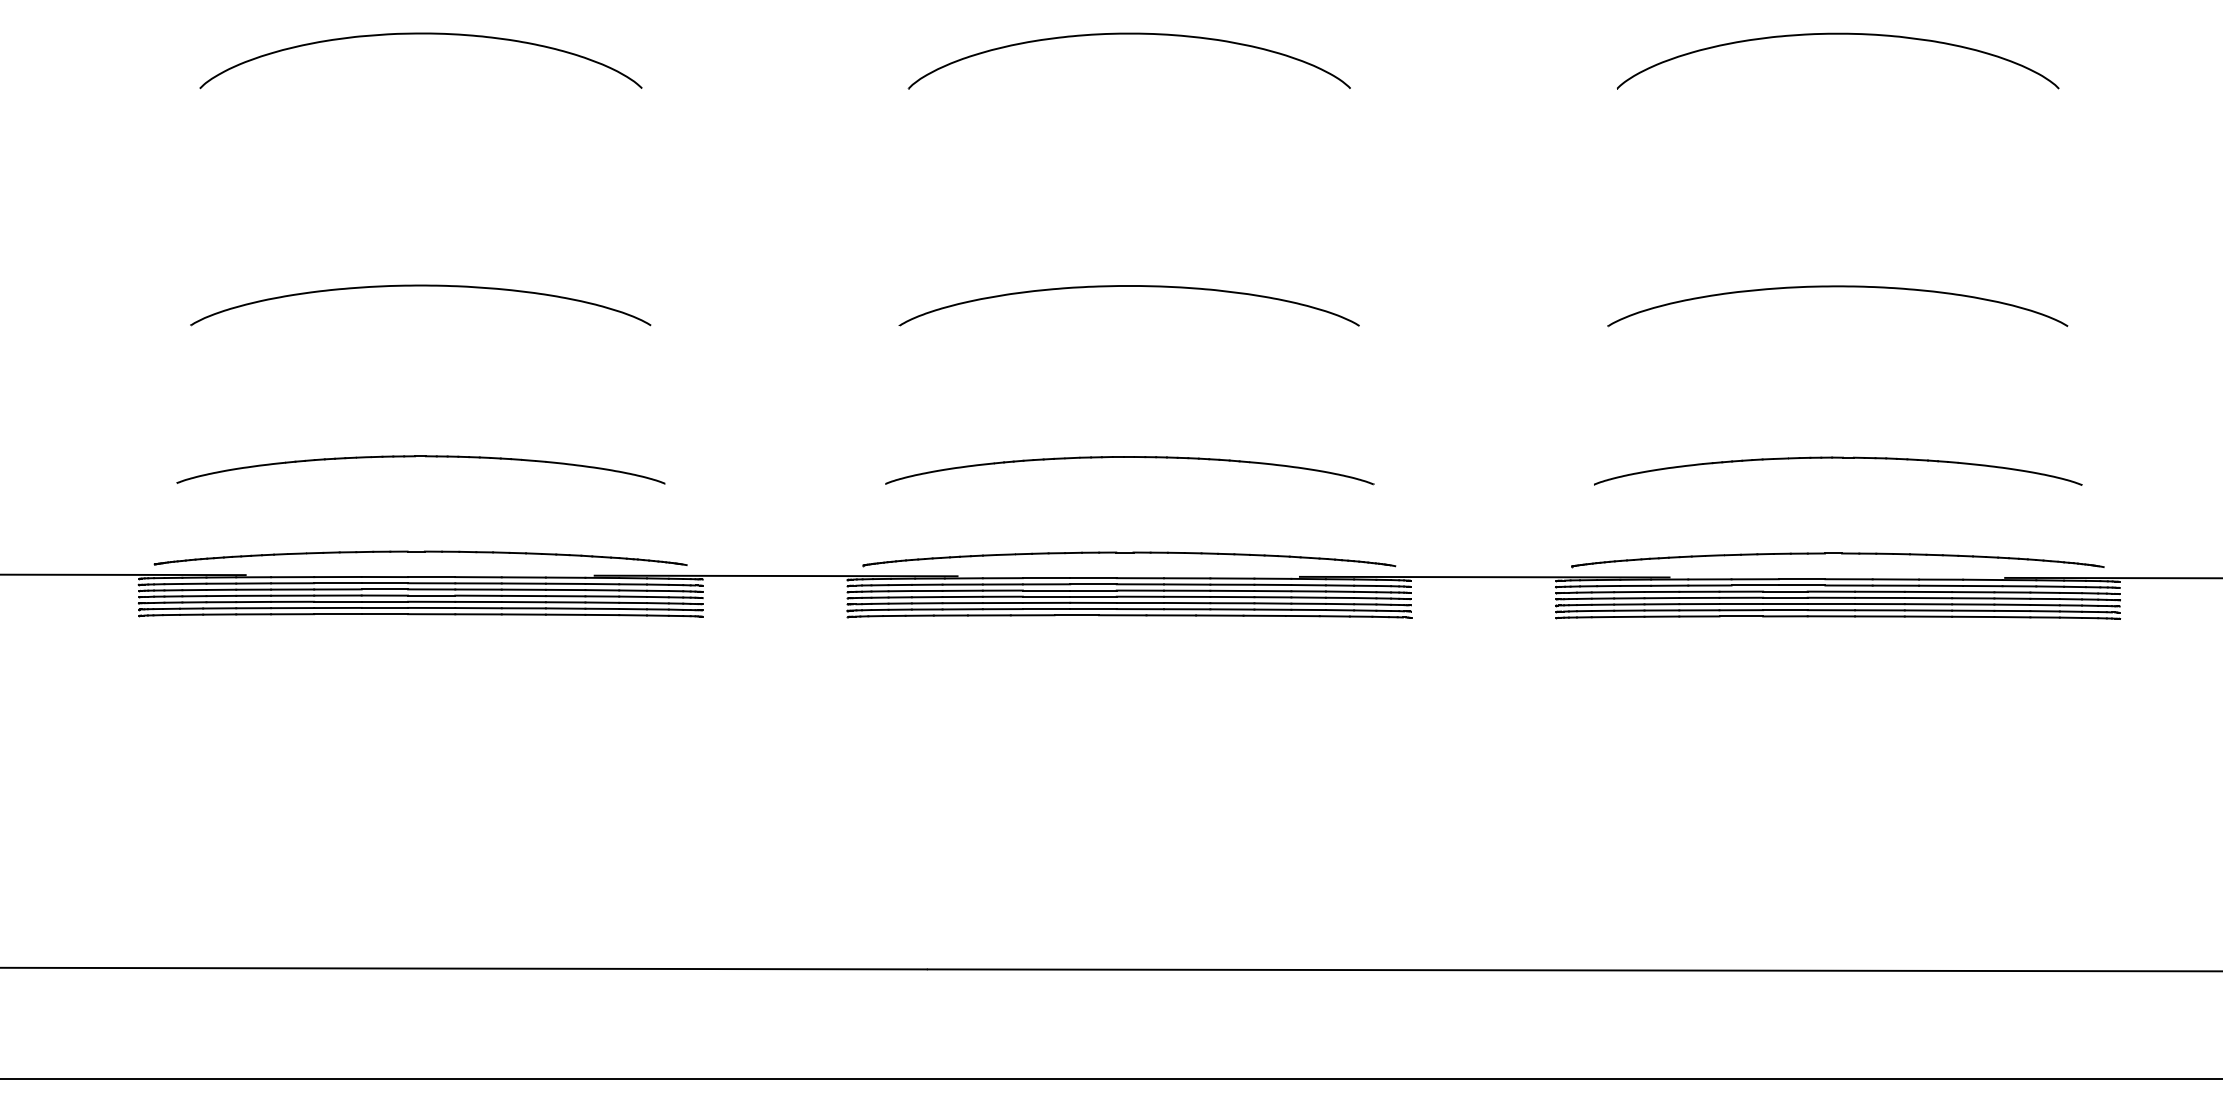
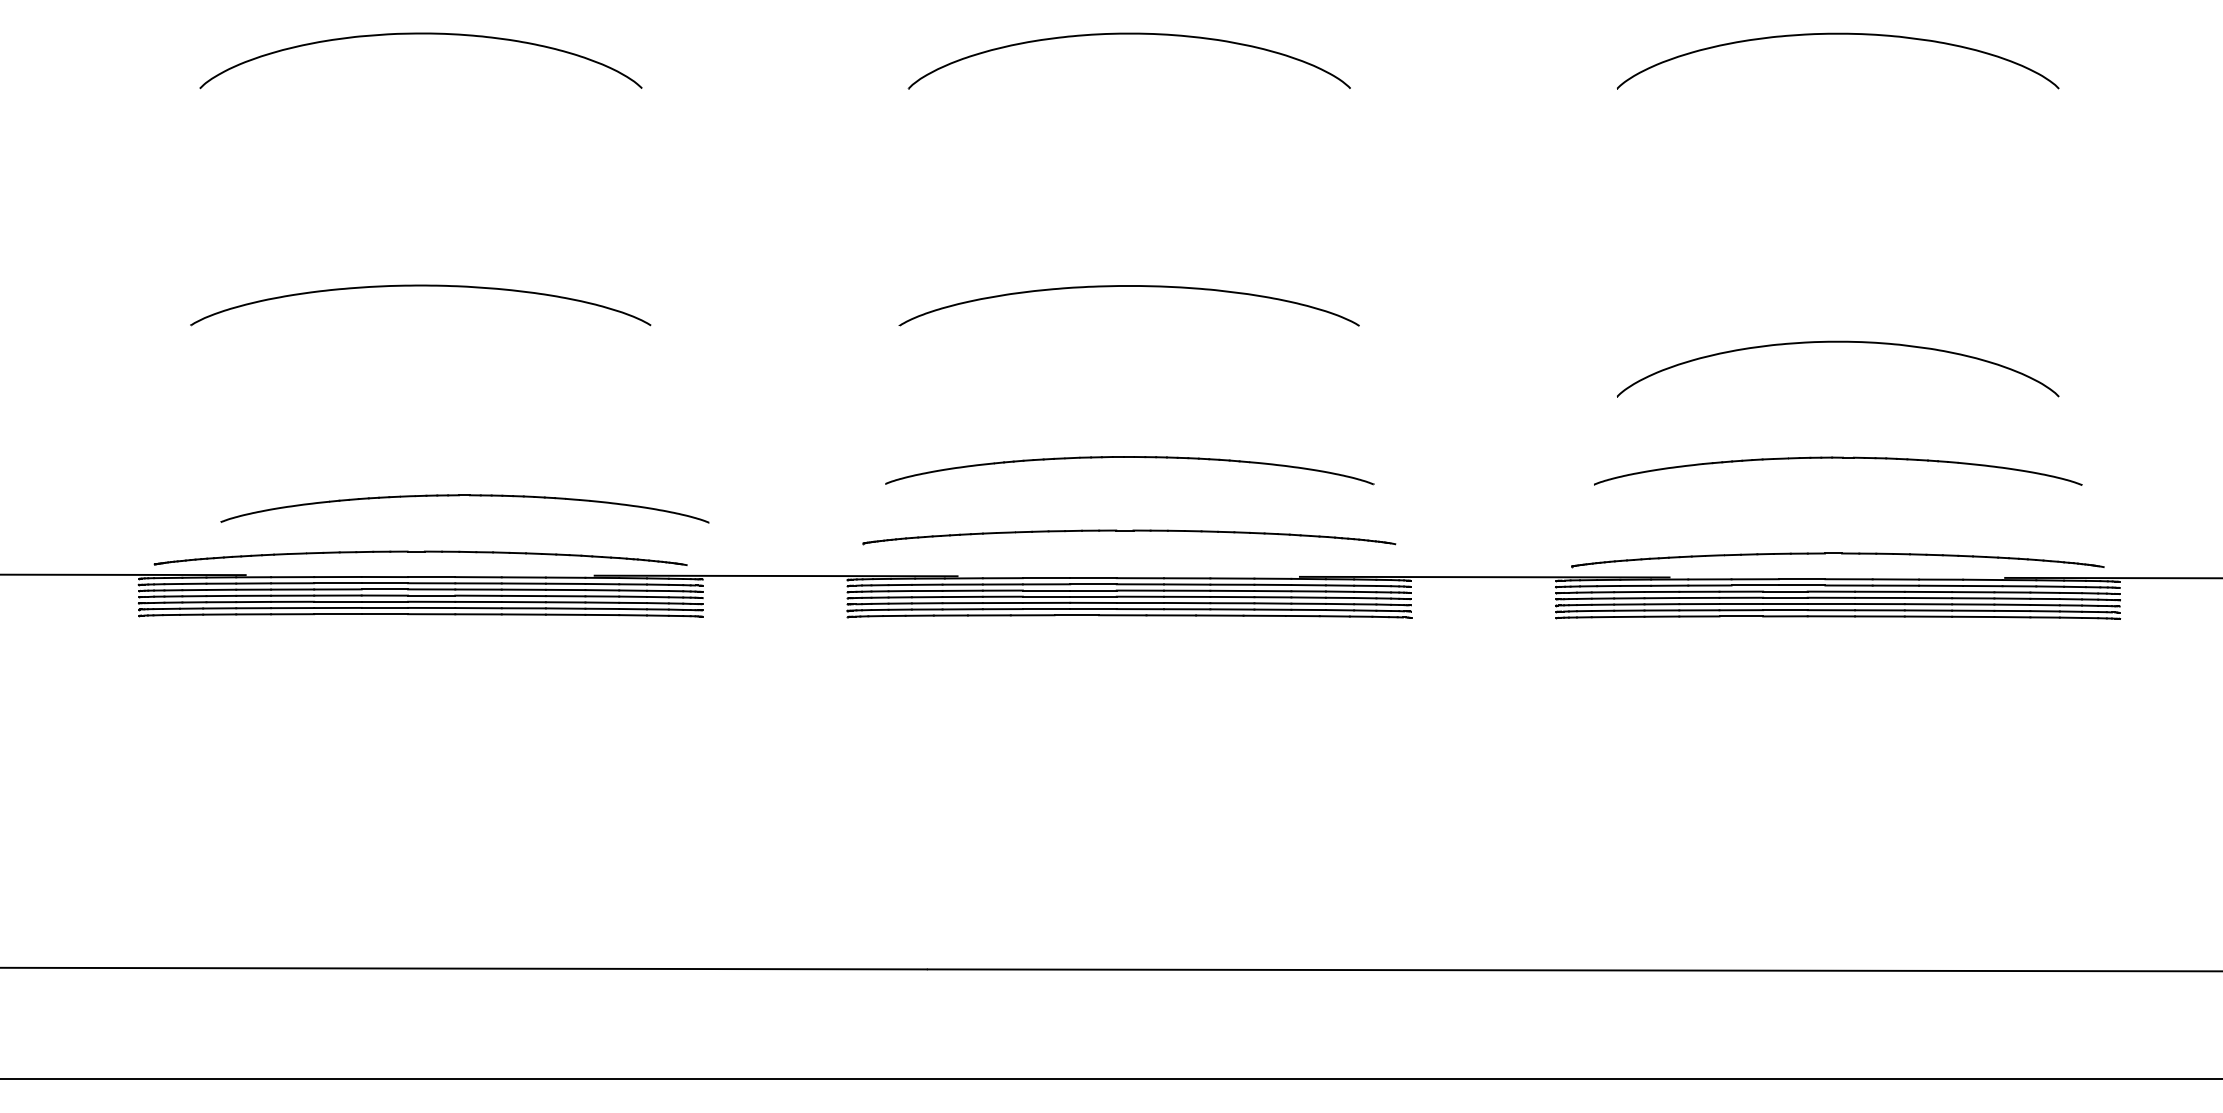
curve at (1837, 287): present -> none
curve at (1838, 342): none -> present
part at (420, 456) position: (420, 456) -> (464, 495)
part at (1129, 559) position: (1129, 559) -> (1129, 537)
